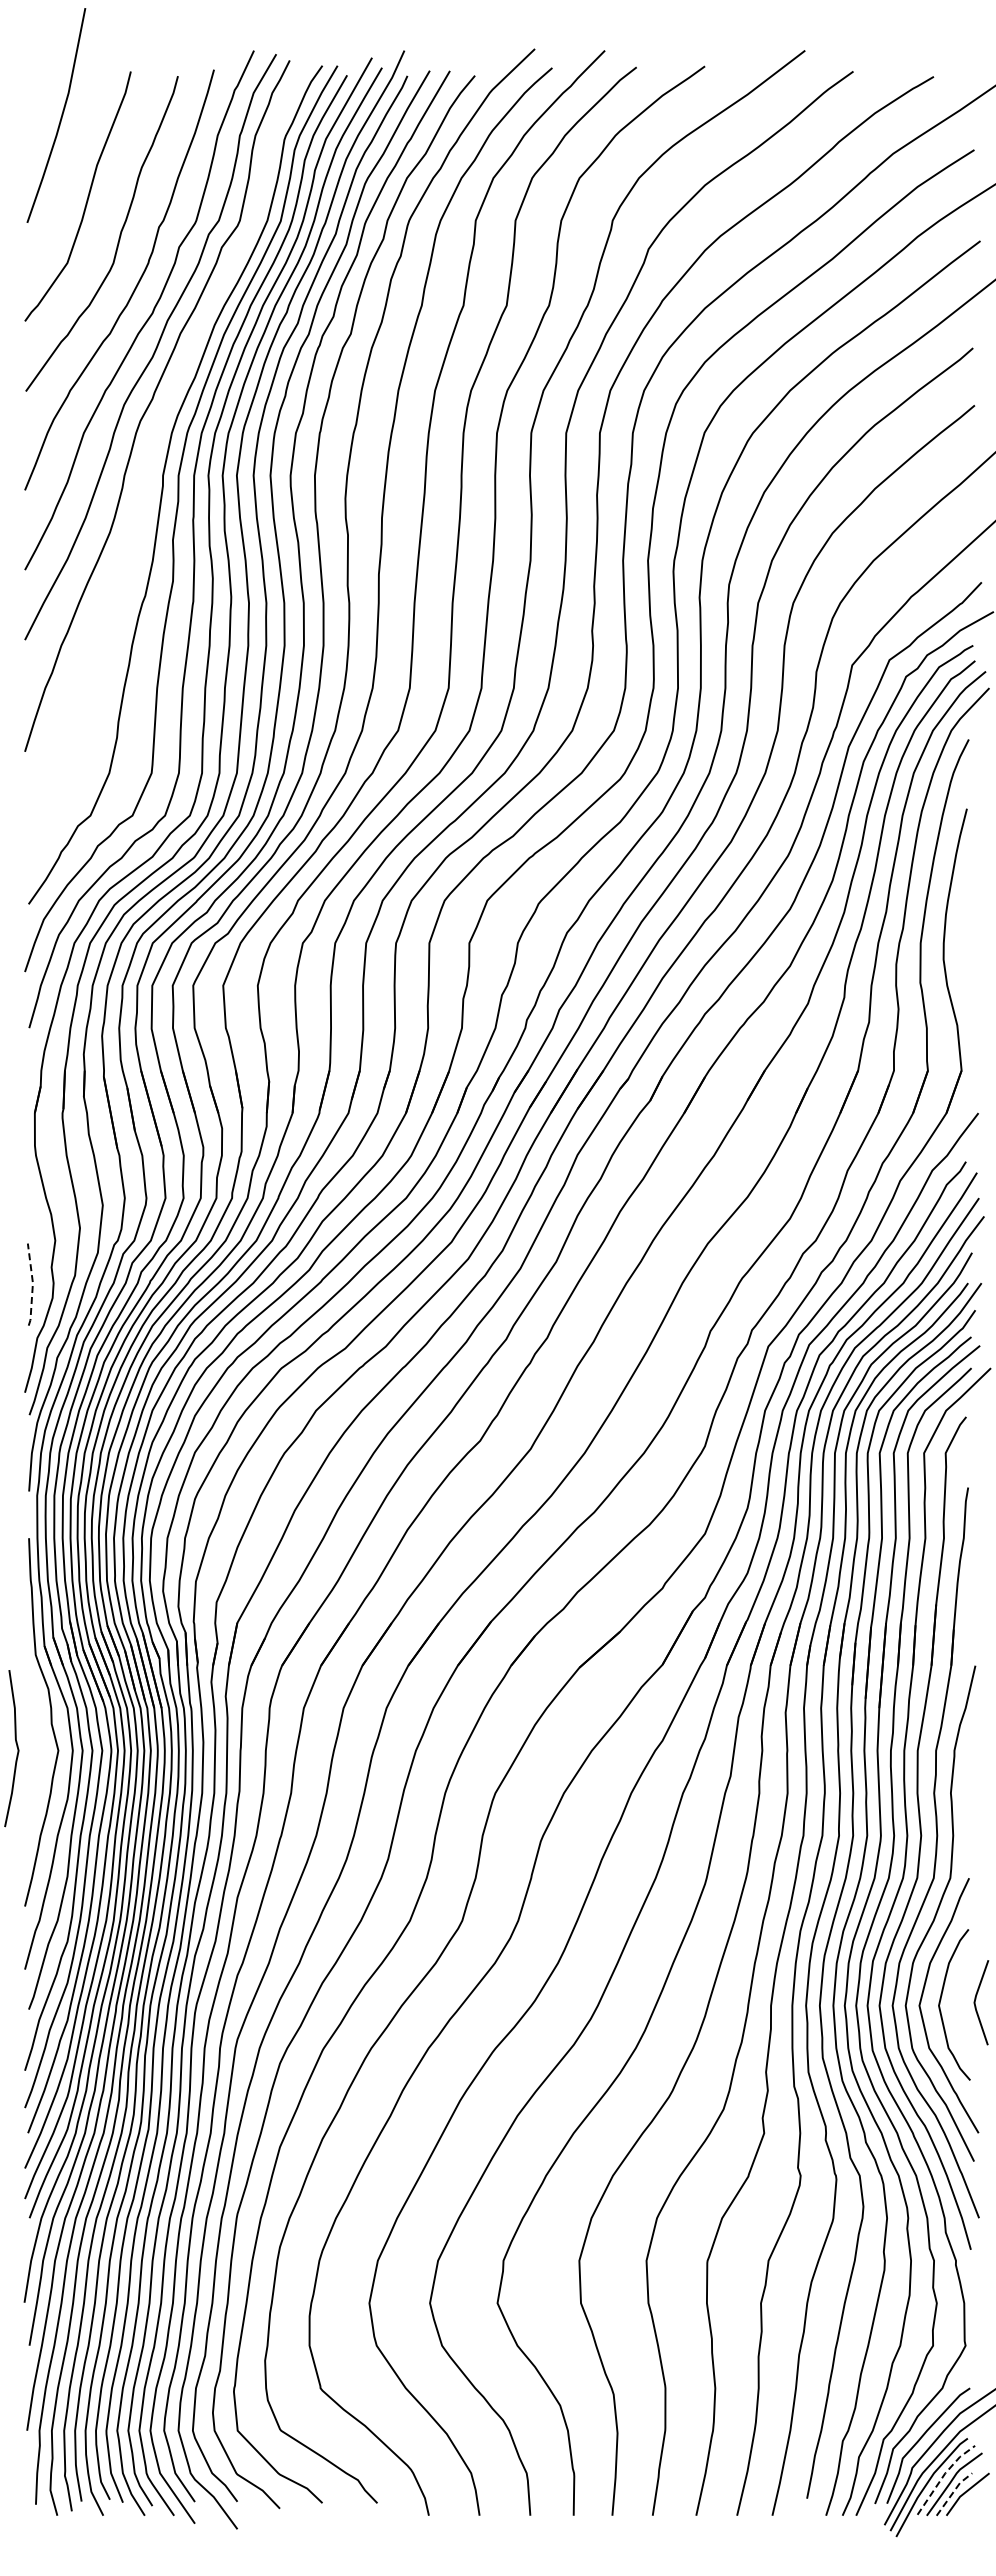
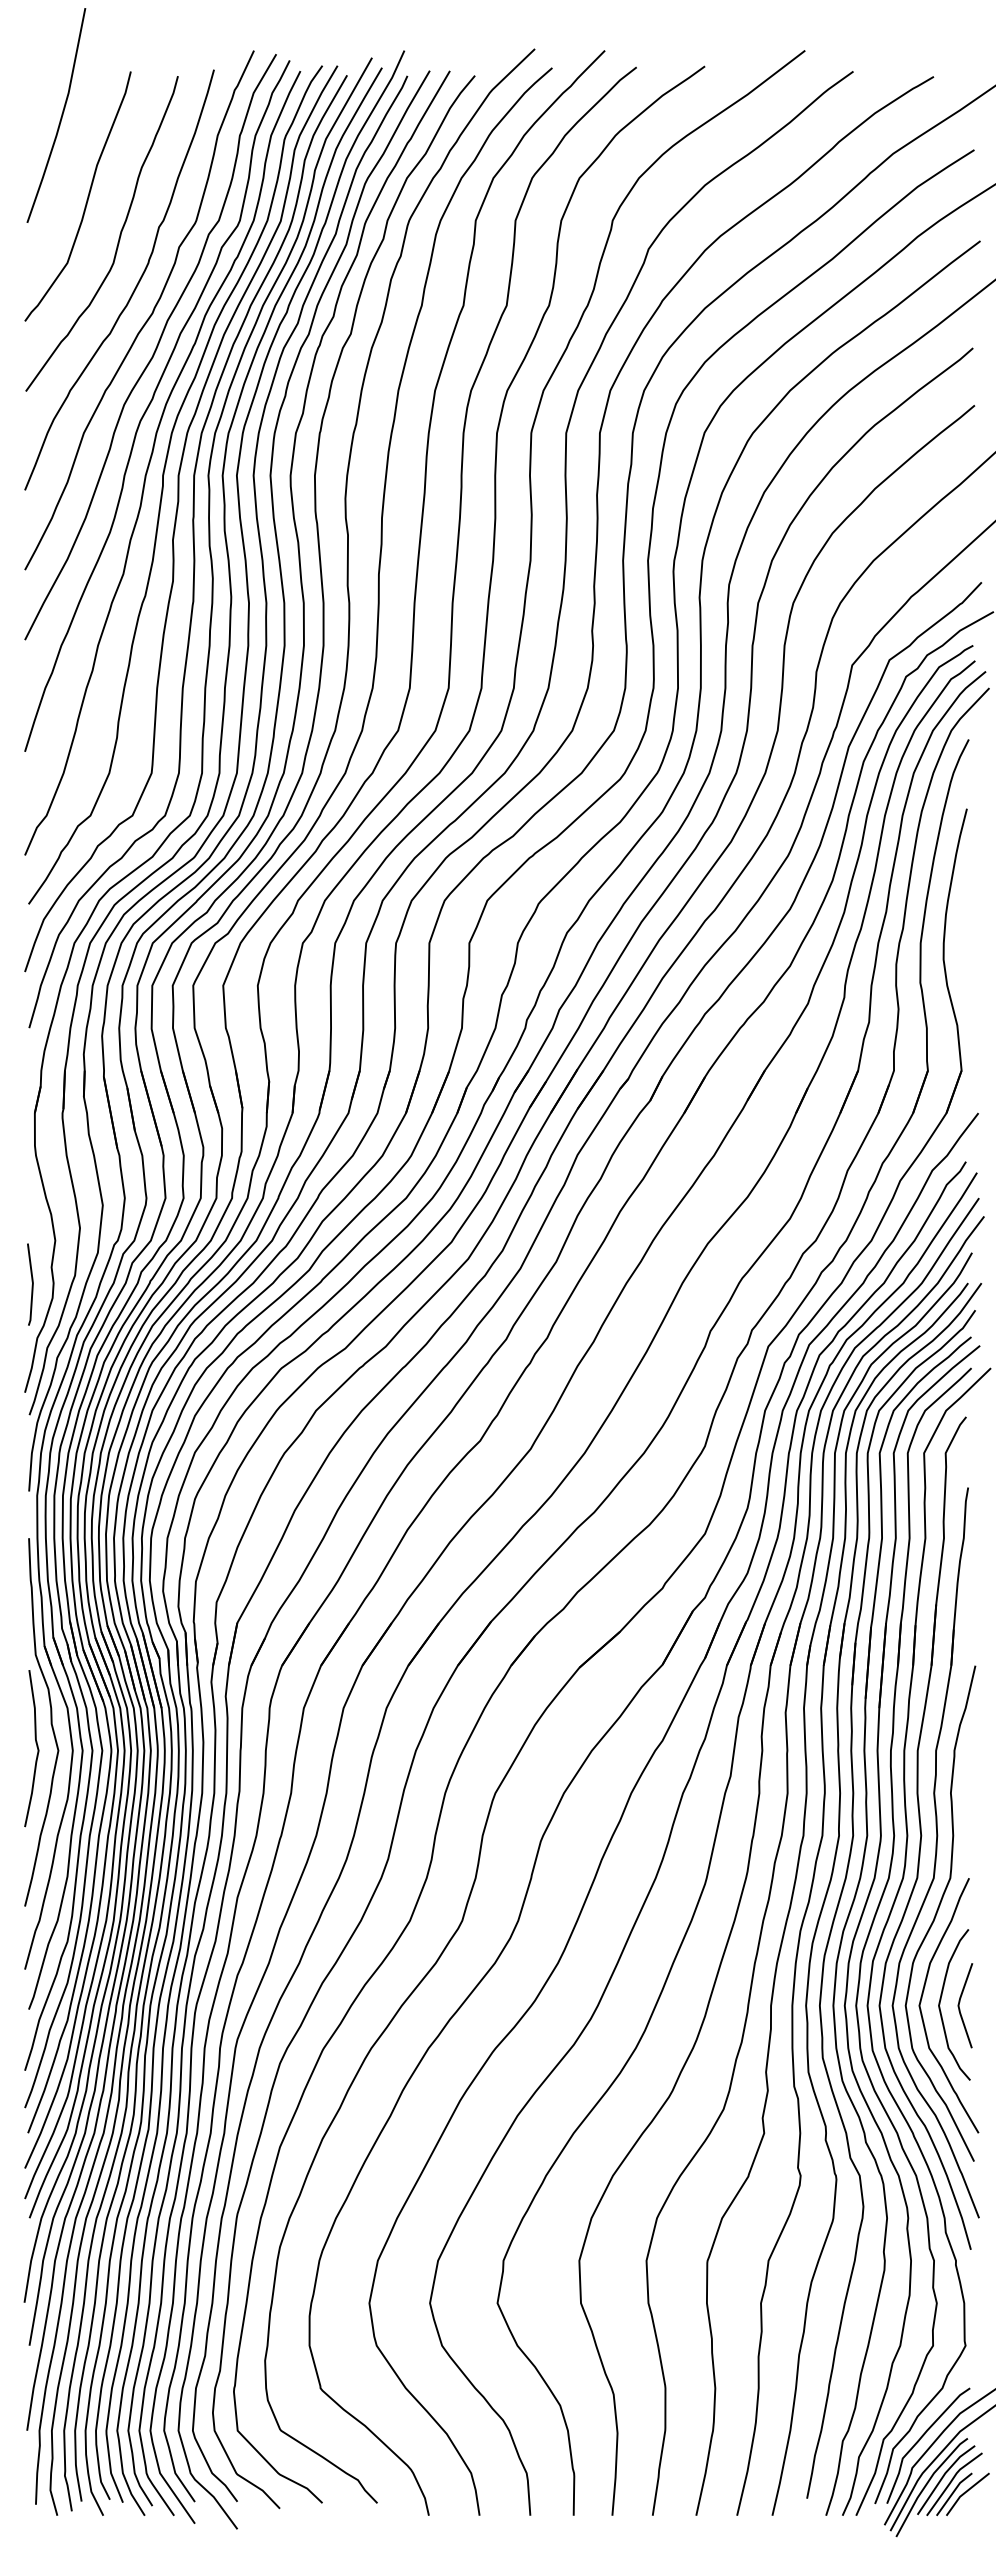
curve at (151, 459): none -> present
line at (32, 1285): dashed -> solid
curve at (16, 1747) position: (16, 1747) -> (36, 1747)
line at (976, 1999) position: (976, 1999) -> (960, 2002)
line at (943, 2475): dashed -> solid
line at (953, 2492): dashed -> solid
